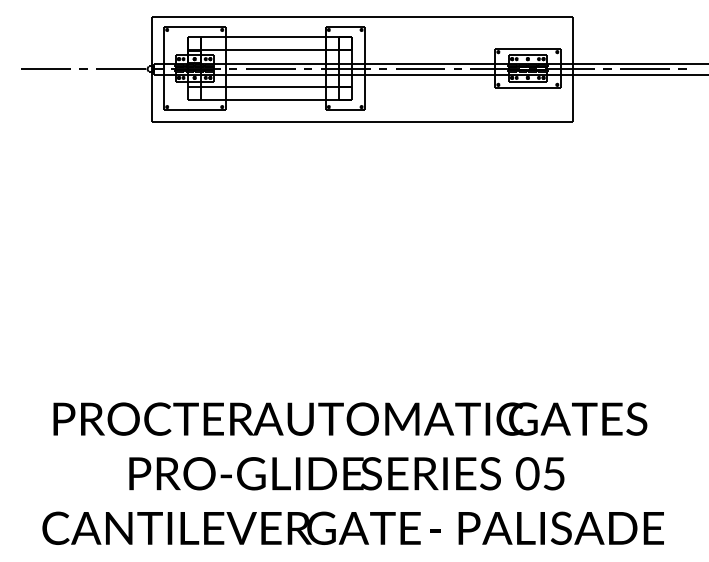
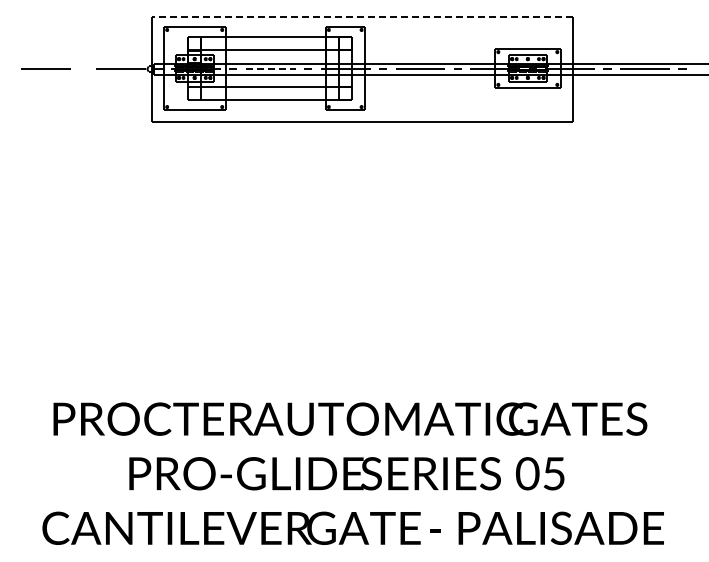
line at (362, 16): solid -> dashed
line at (83, 68): present -> none
line at (270, 69): solid -> dashed
